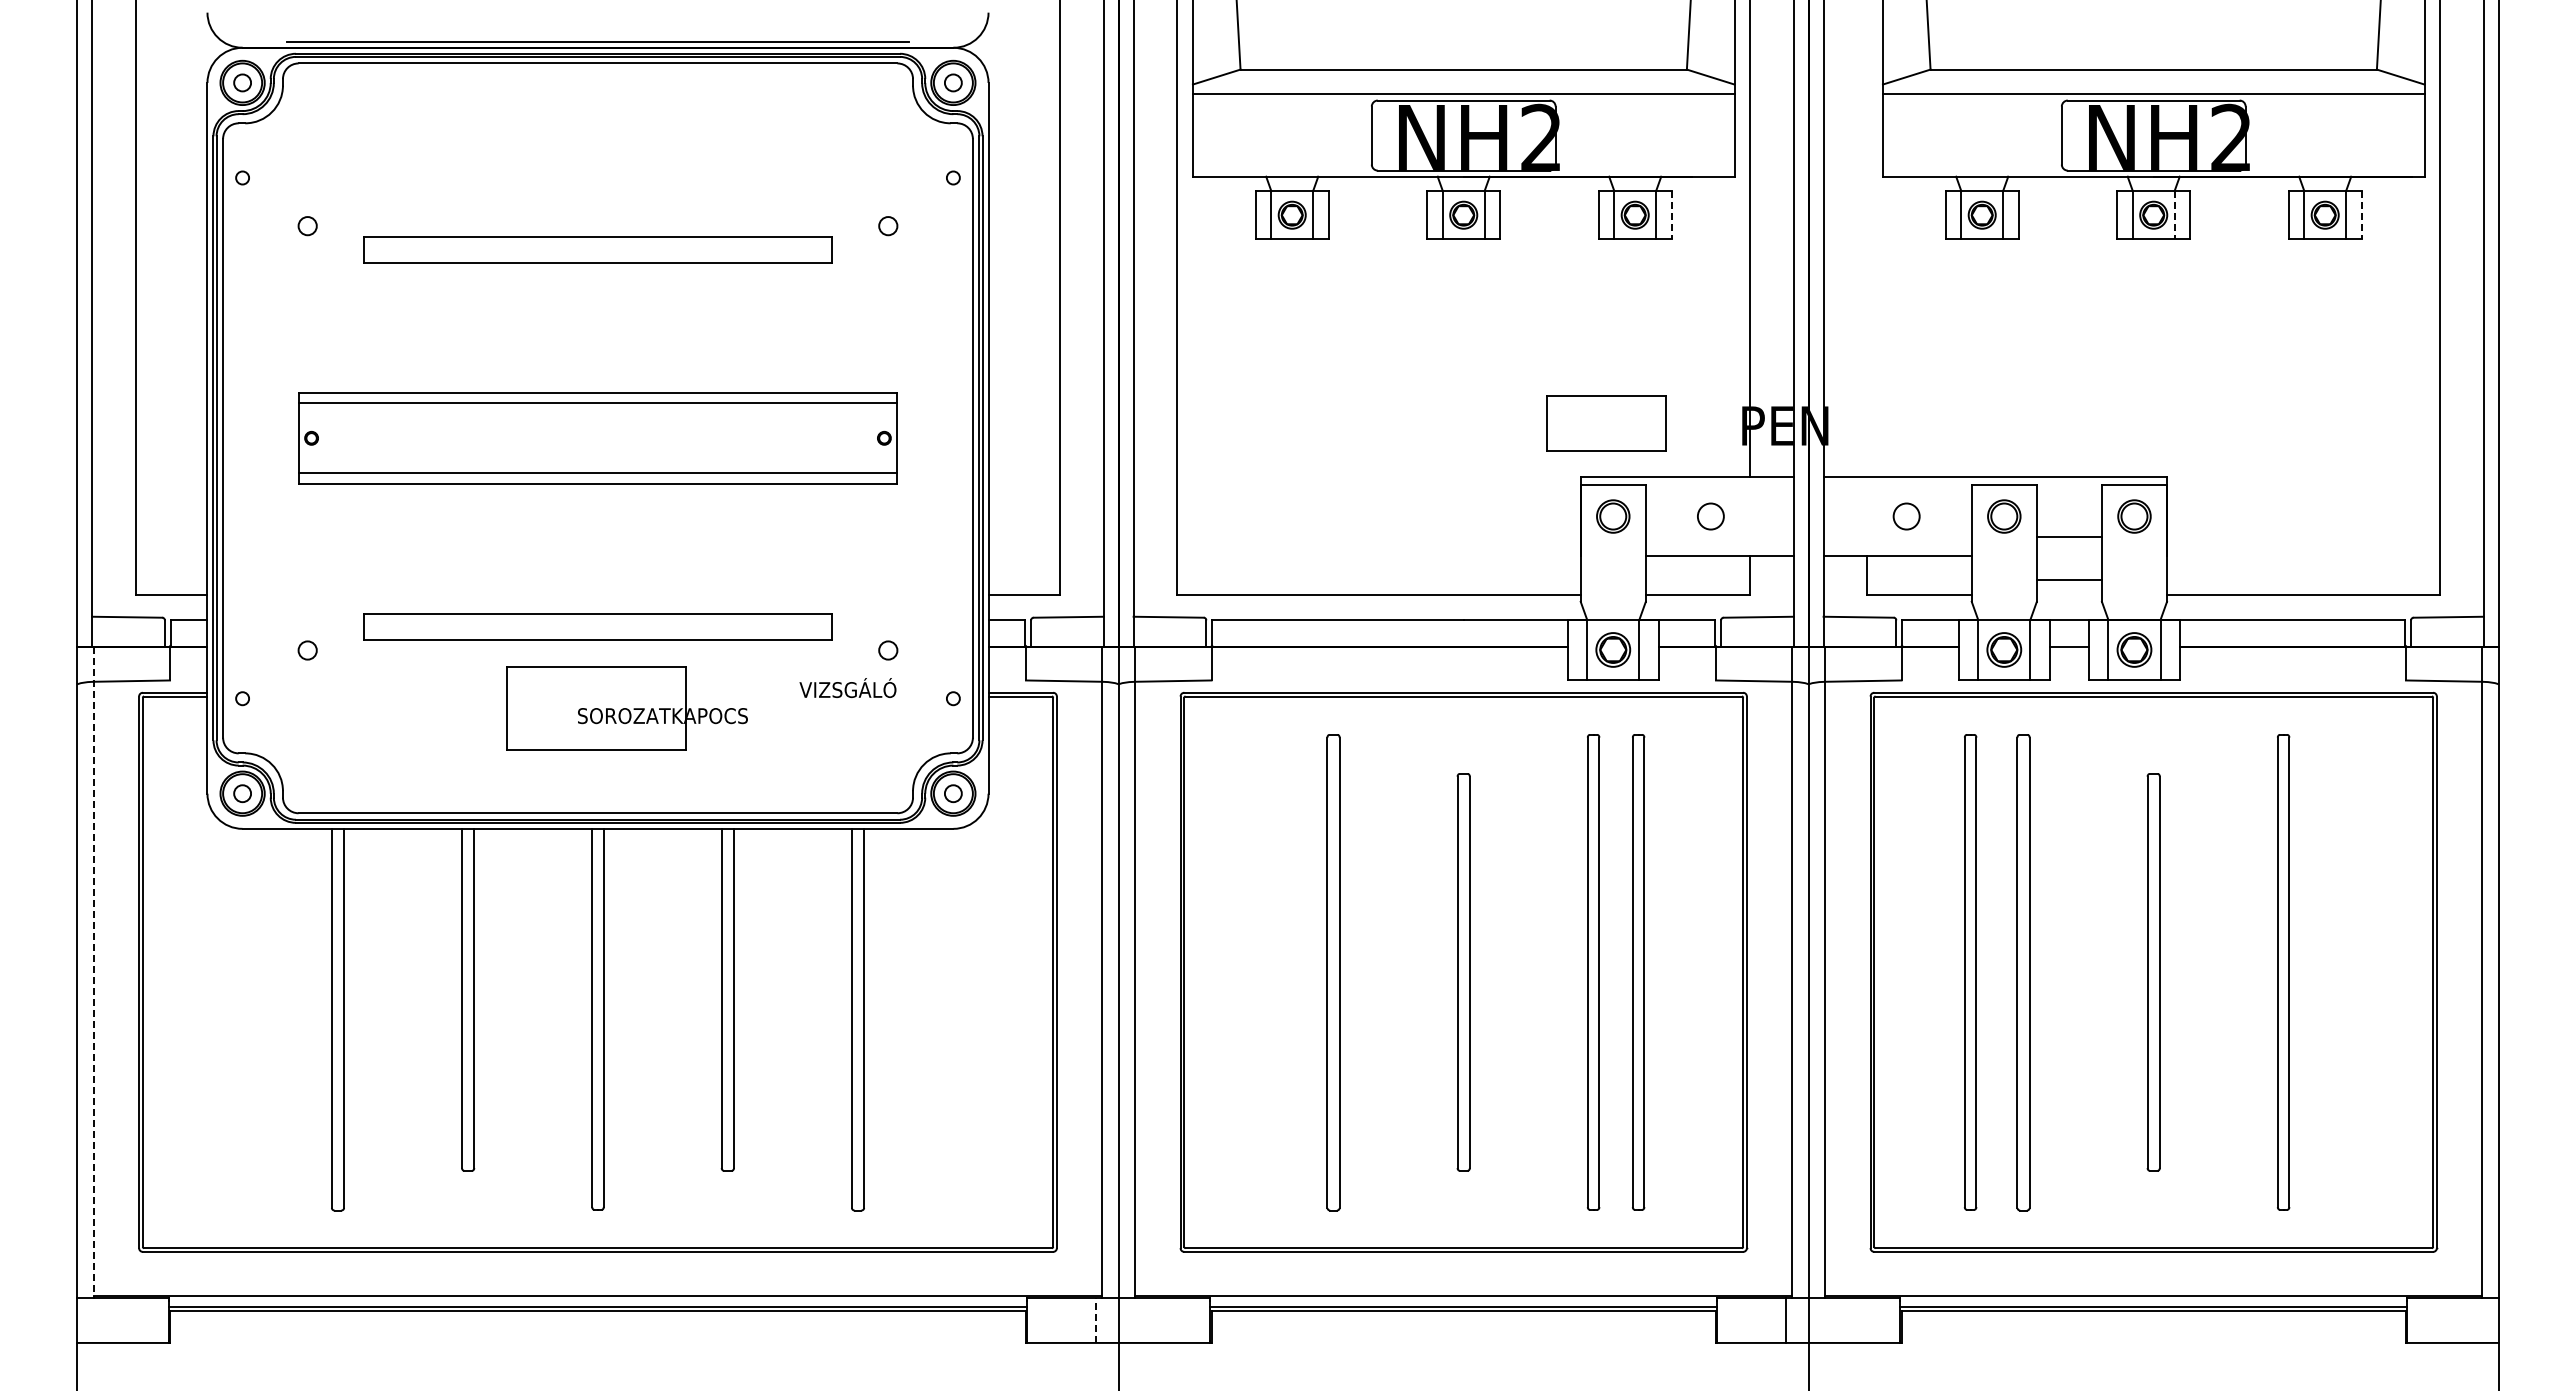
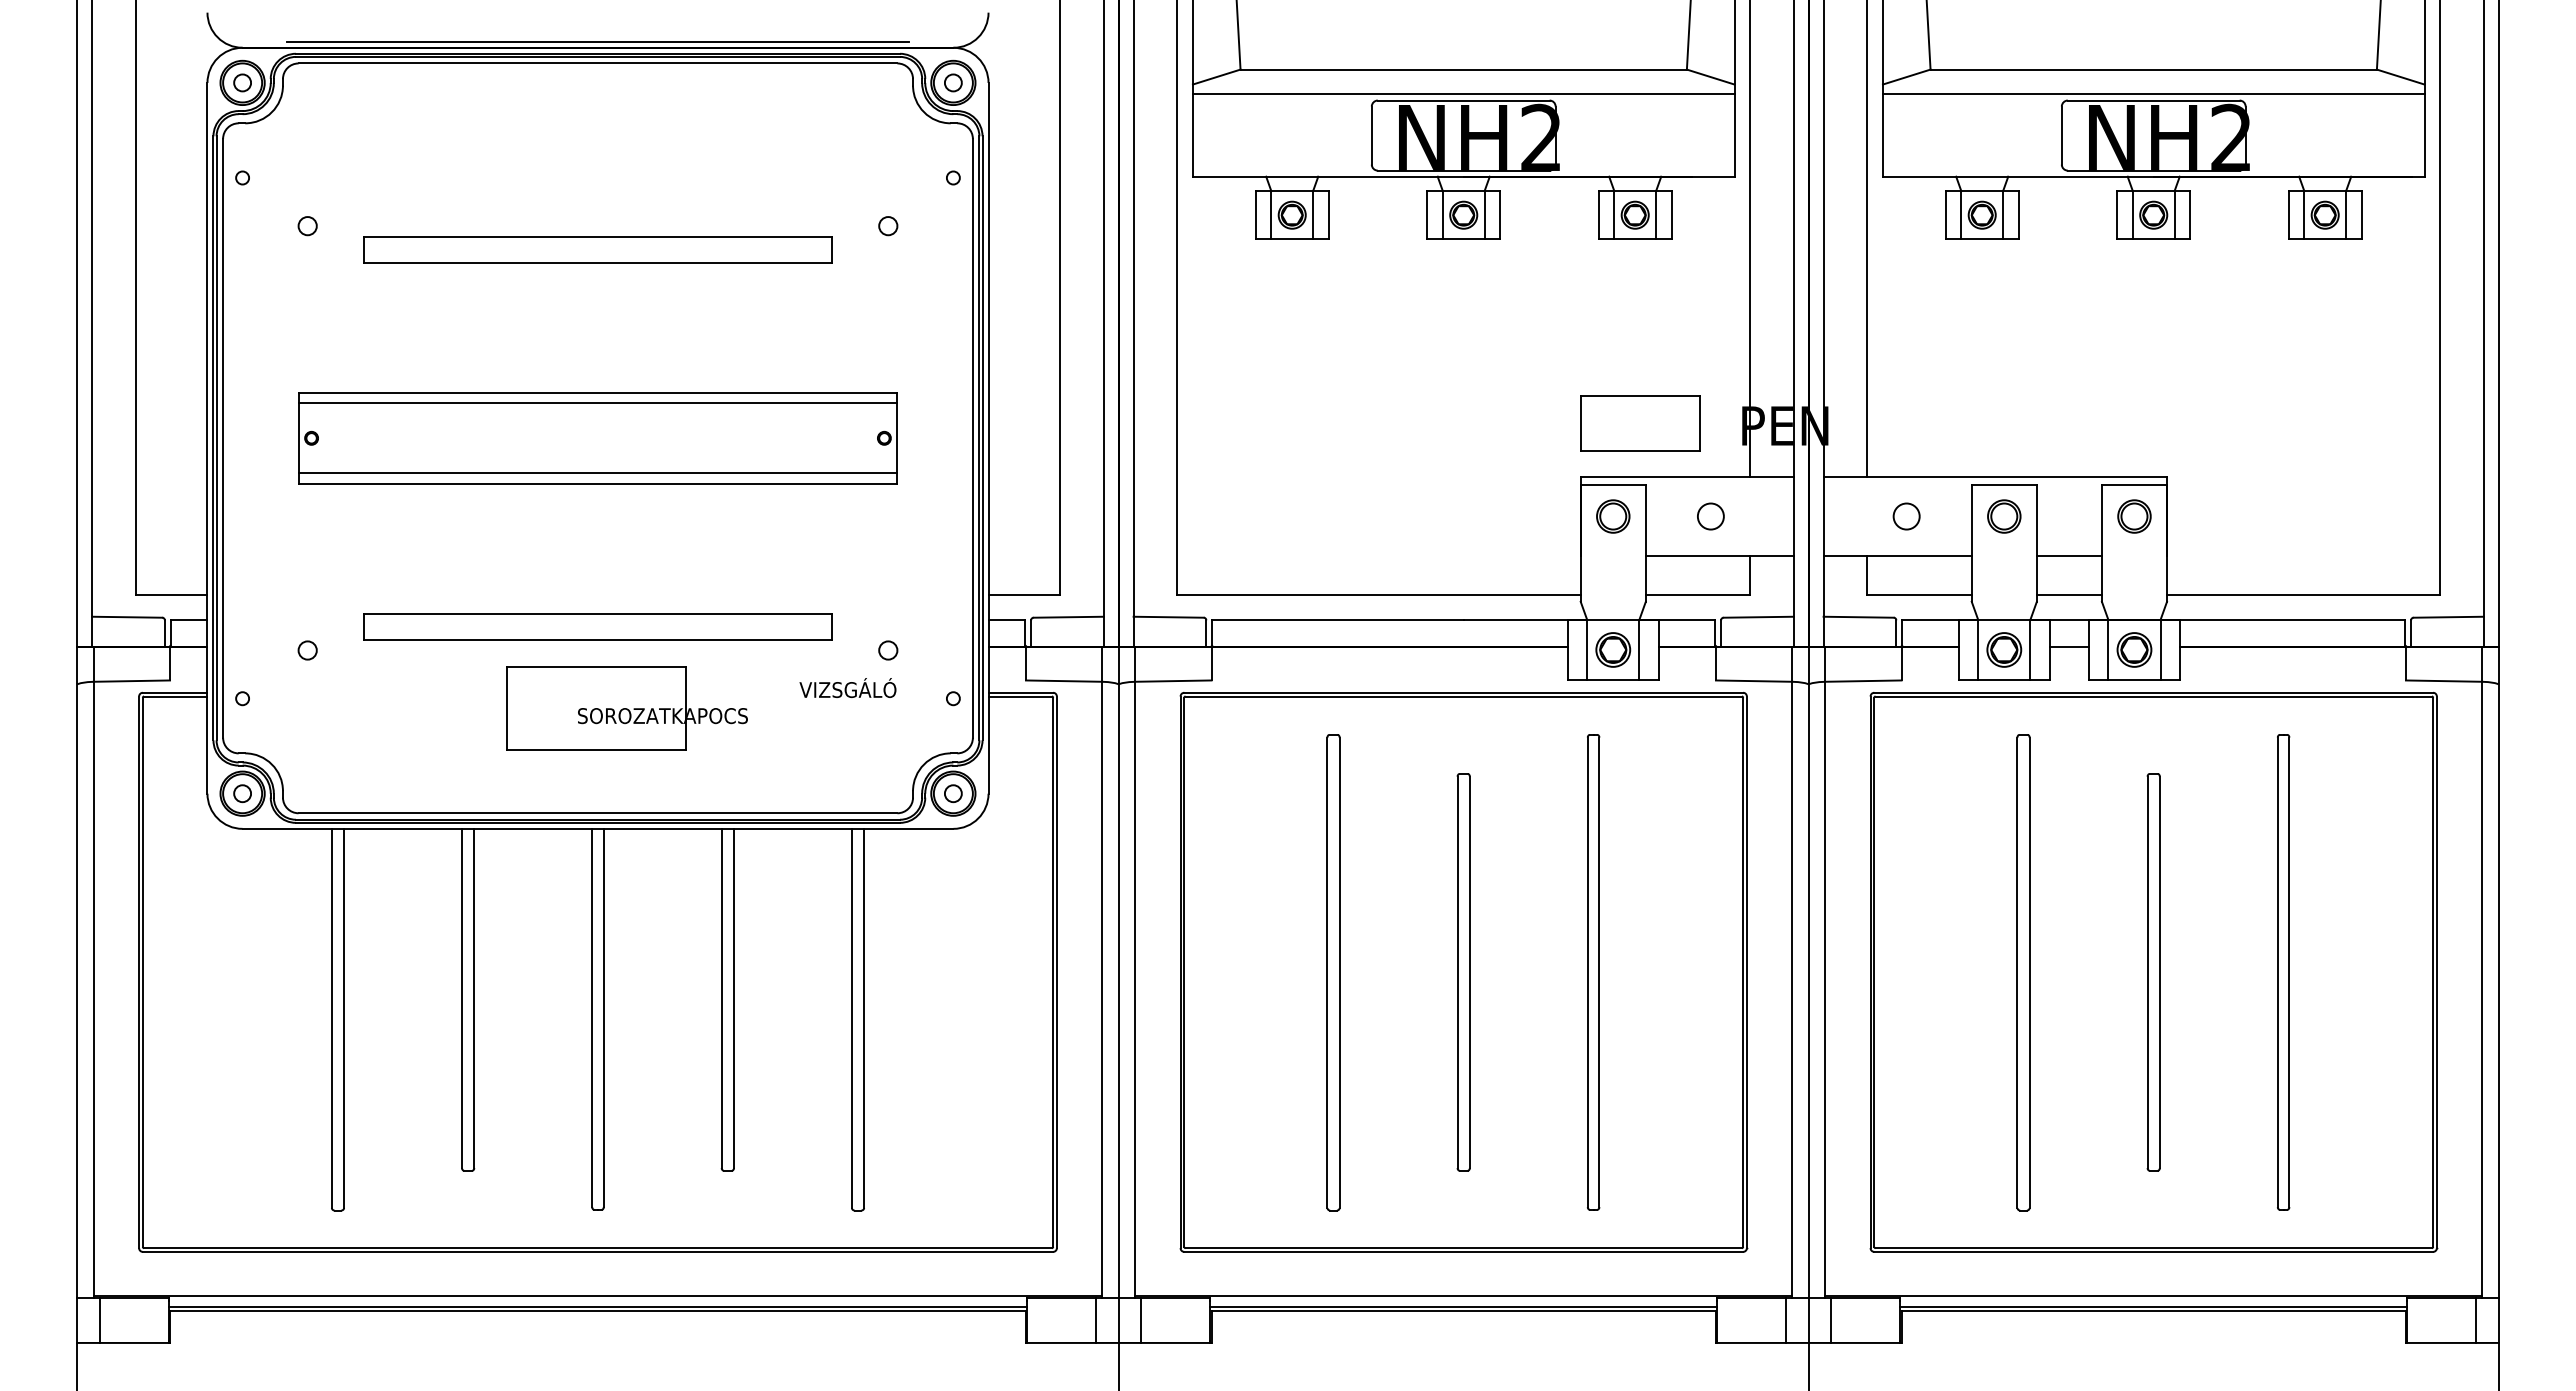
line at (1671, 215): dashed -> solid
line at (2174, 215): dashed -> solid
line at (2361, 215): dashed -> solid
line at (1867, 239): none -> present
part at (1606, 423) position: (1606, 423) -> (1640, 423)
line at (2068, 536) position: (2068, 536) -> (2068, 555)
line at (2068, 579) position: (2068, 579) -> (2068, 594)
line at (93, 972): dashed -> solid
part at (1638, 972): present -> none
part at (1970, 972): present -> none
line at (99, 1320): none -> present
line at (1096, 1320): dashed -> solid
line at (1141, 1320): none -> present
line at (1831, 1320): none -> present
line at (2476, 1320): none -> present
